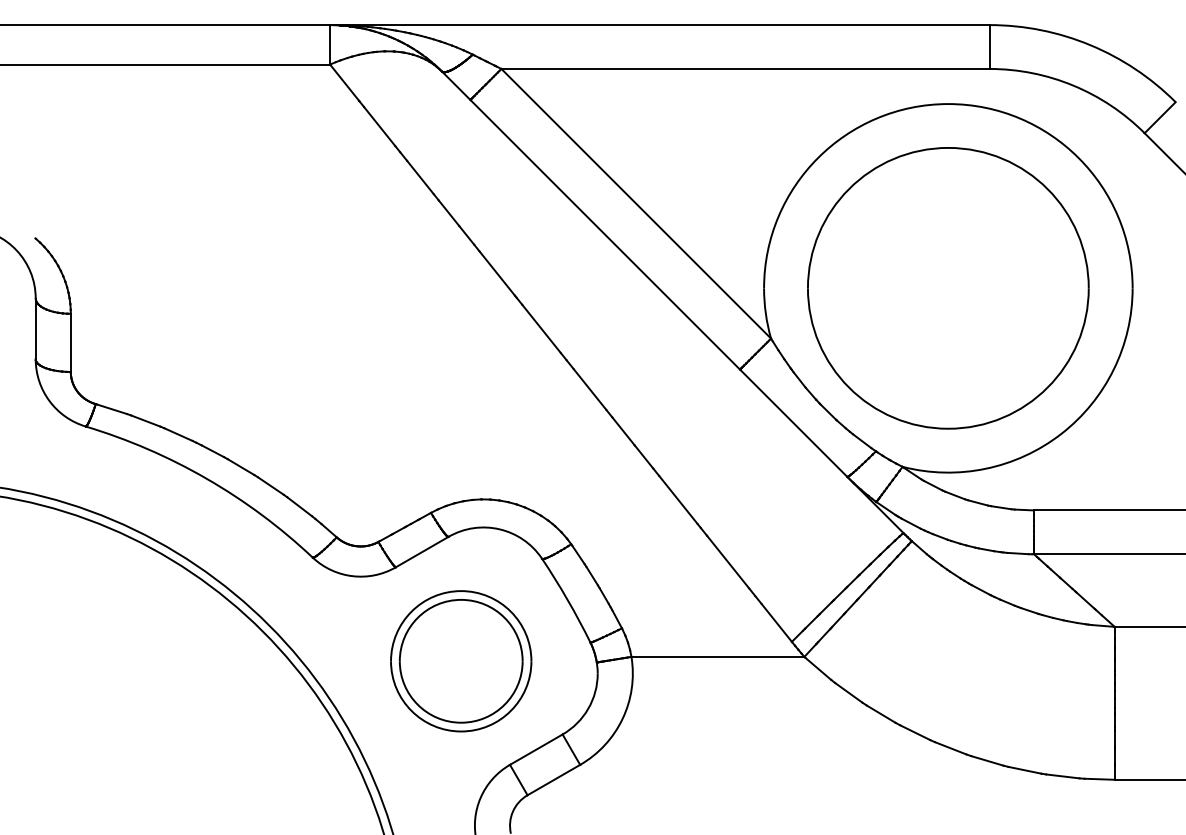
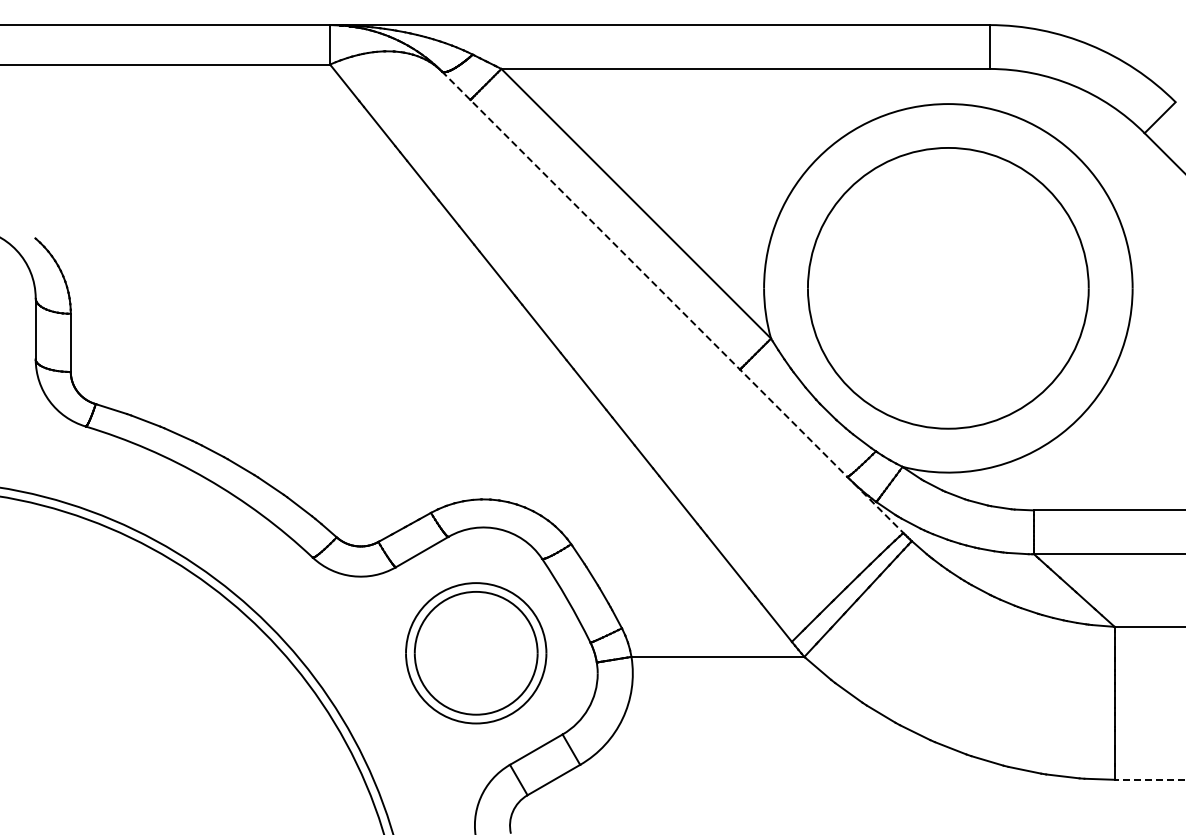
line at (672, 302): solid -> dashed
part at (461, 661) position: (461, 661) -> (476, 653)
line at (1149, 779): solid -> dashed
